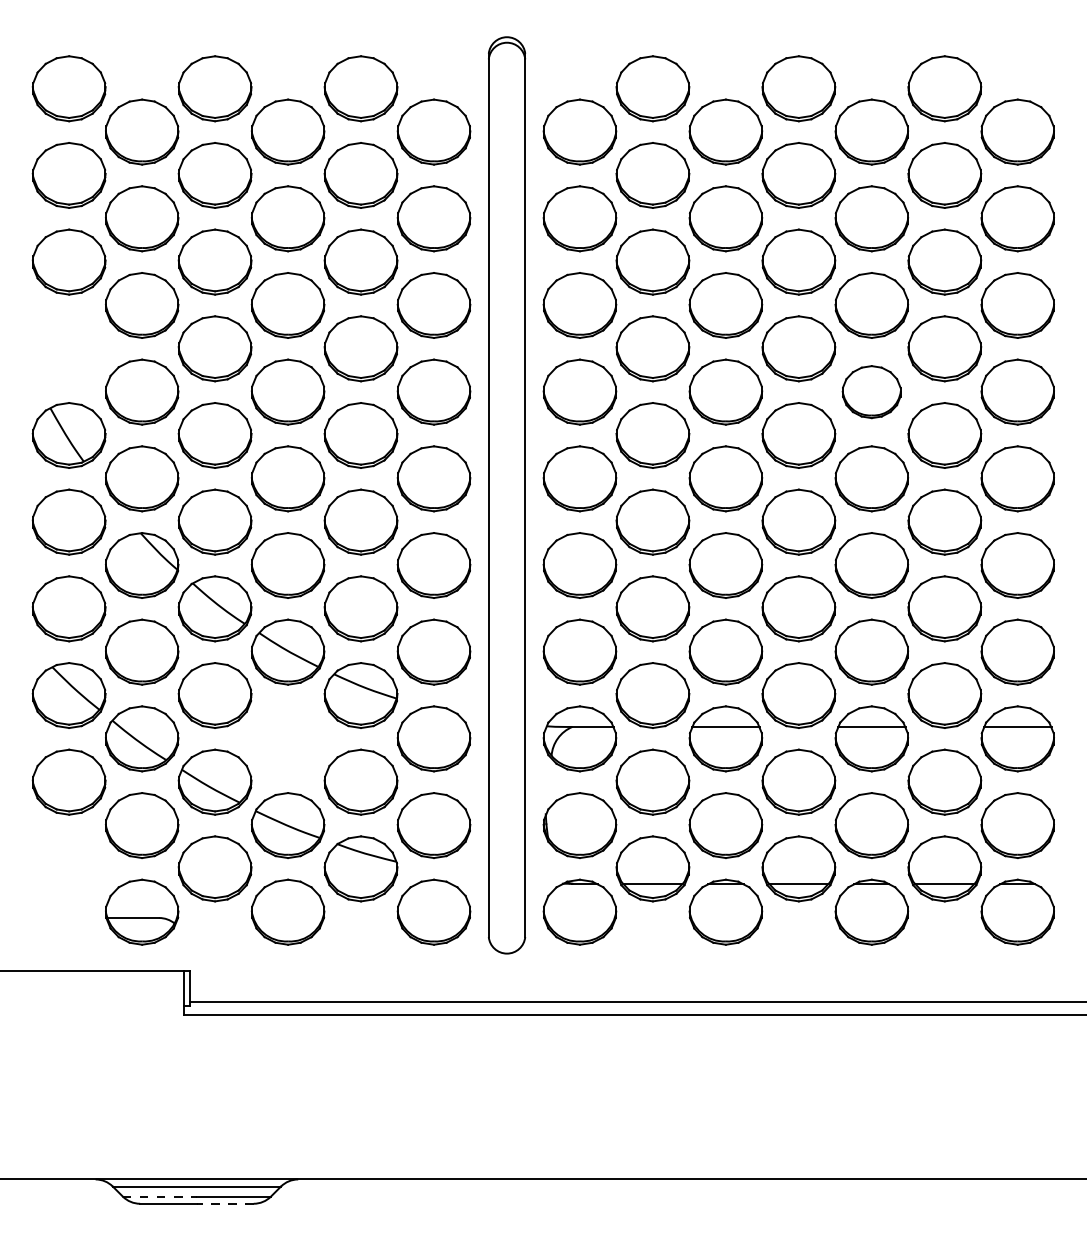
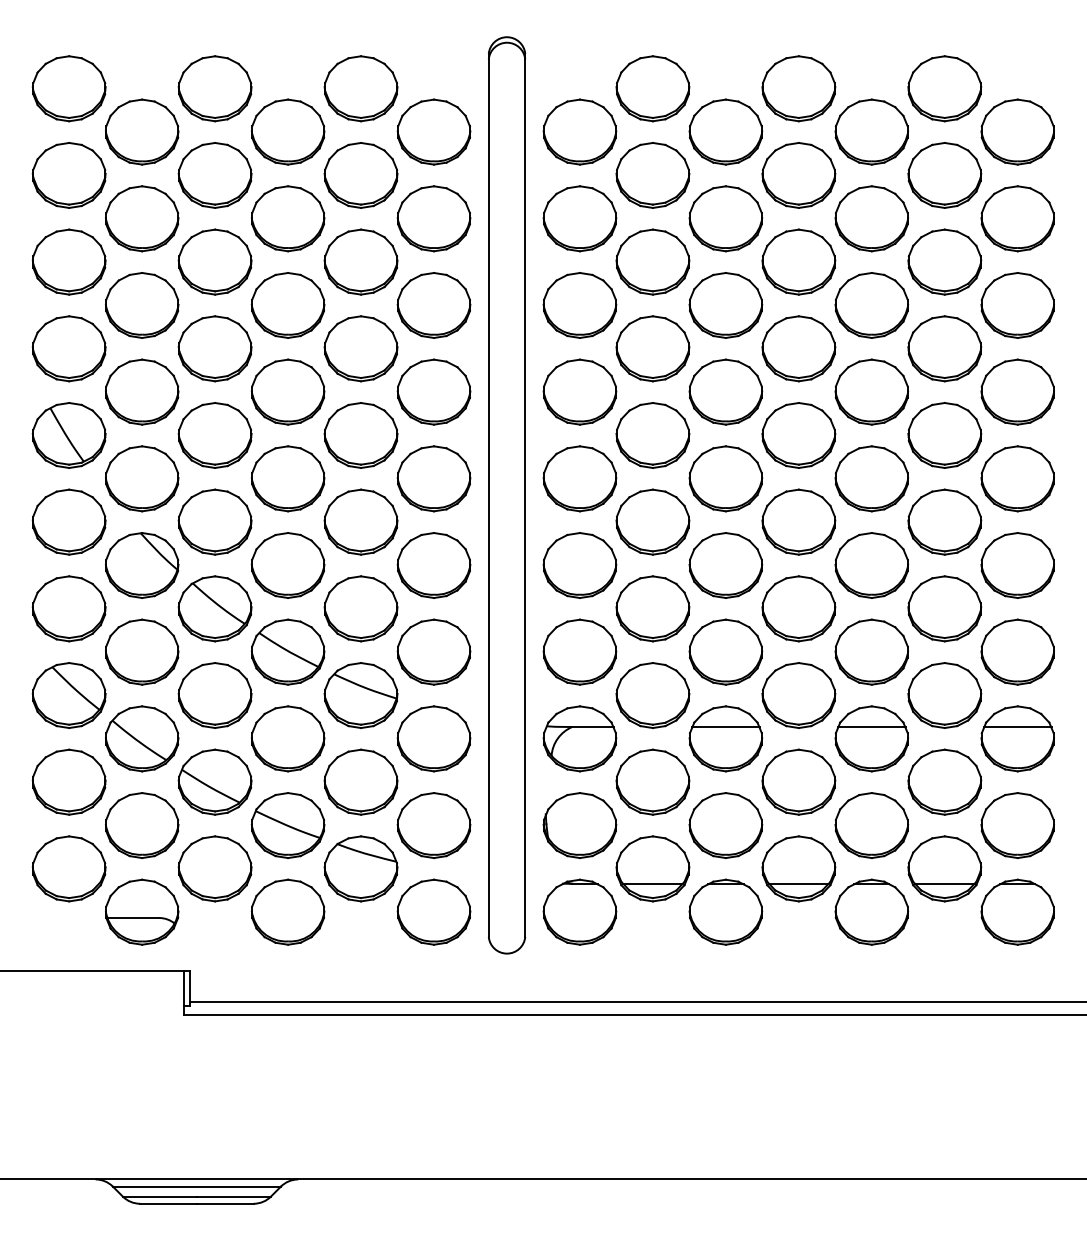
part at (68, 348): none -> present
part at (871, 392) size: 61x55 px -> 75x68 px
part at (287, 738): none -> present
part at (68, 868): none -> present
line at (160, 1196): dashed -> solid
line at (224, 1203): dashed -> solid
